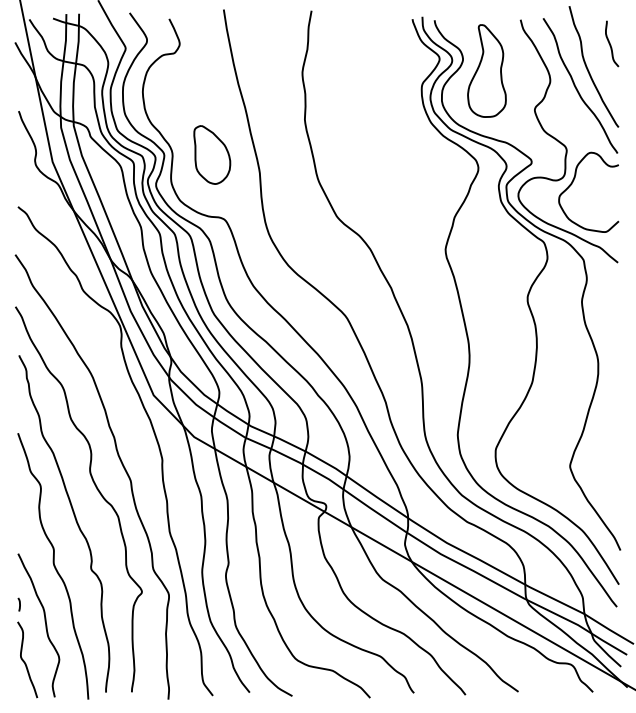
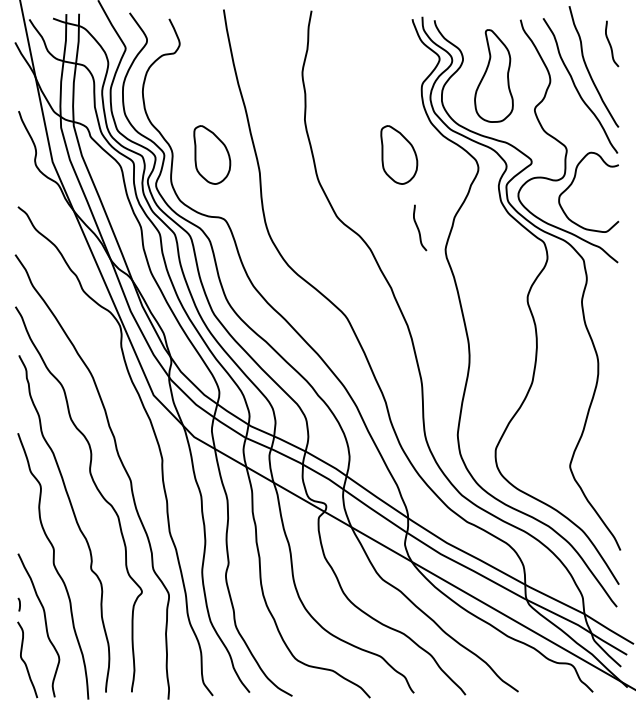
part at (486, 70) position: (486, 70) -> (493, 75)
part at (399, 154): none -> present
curve at (418, 227): none -> present
